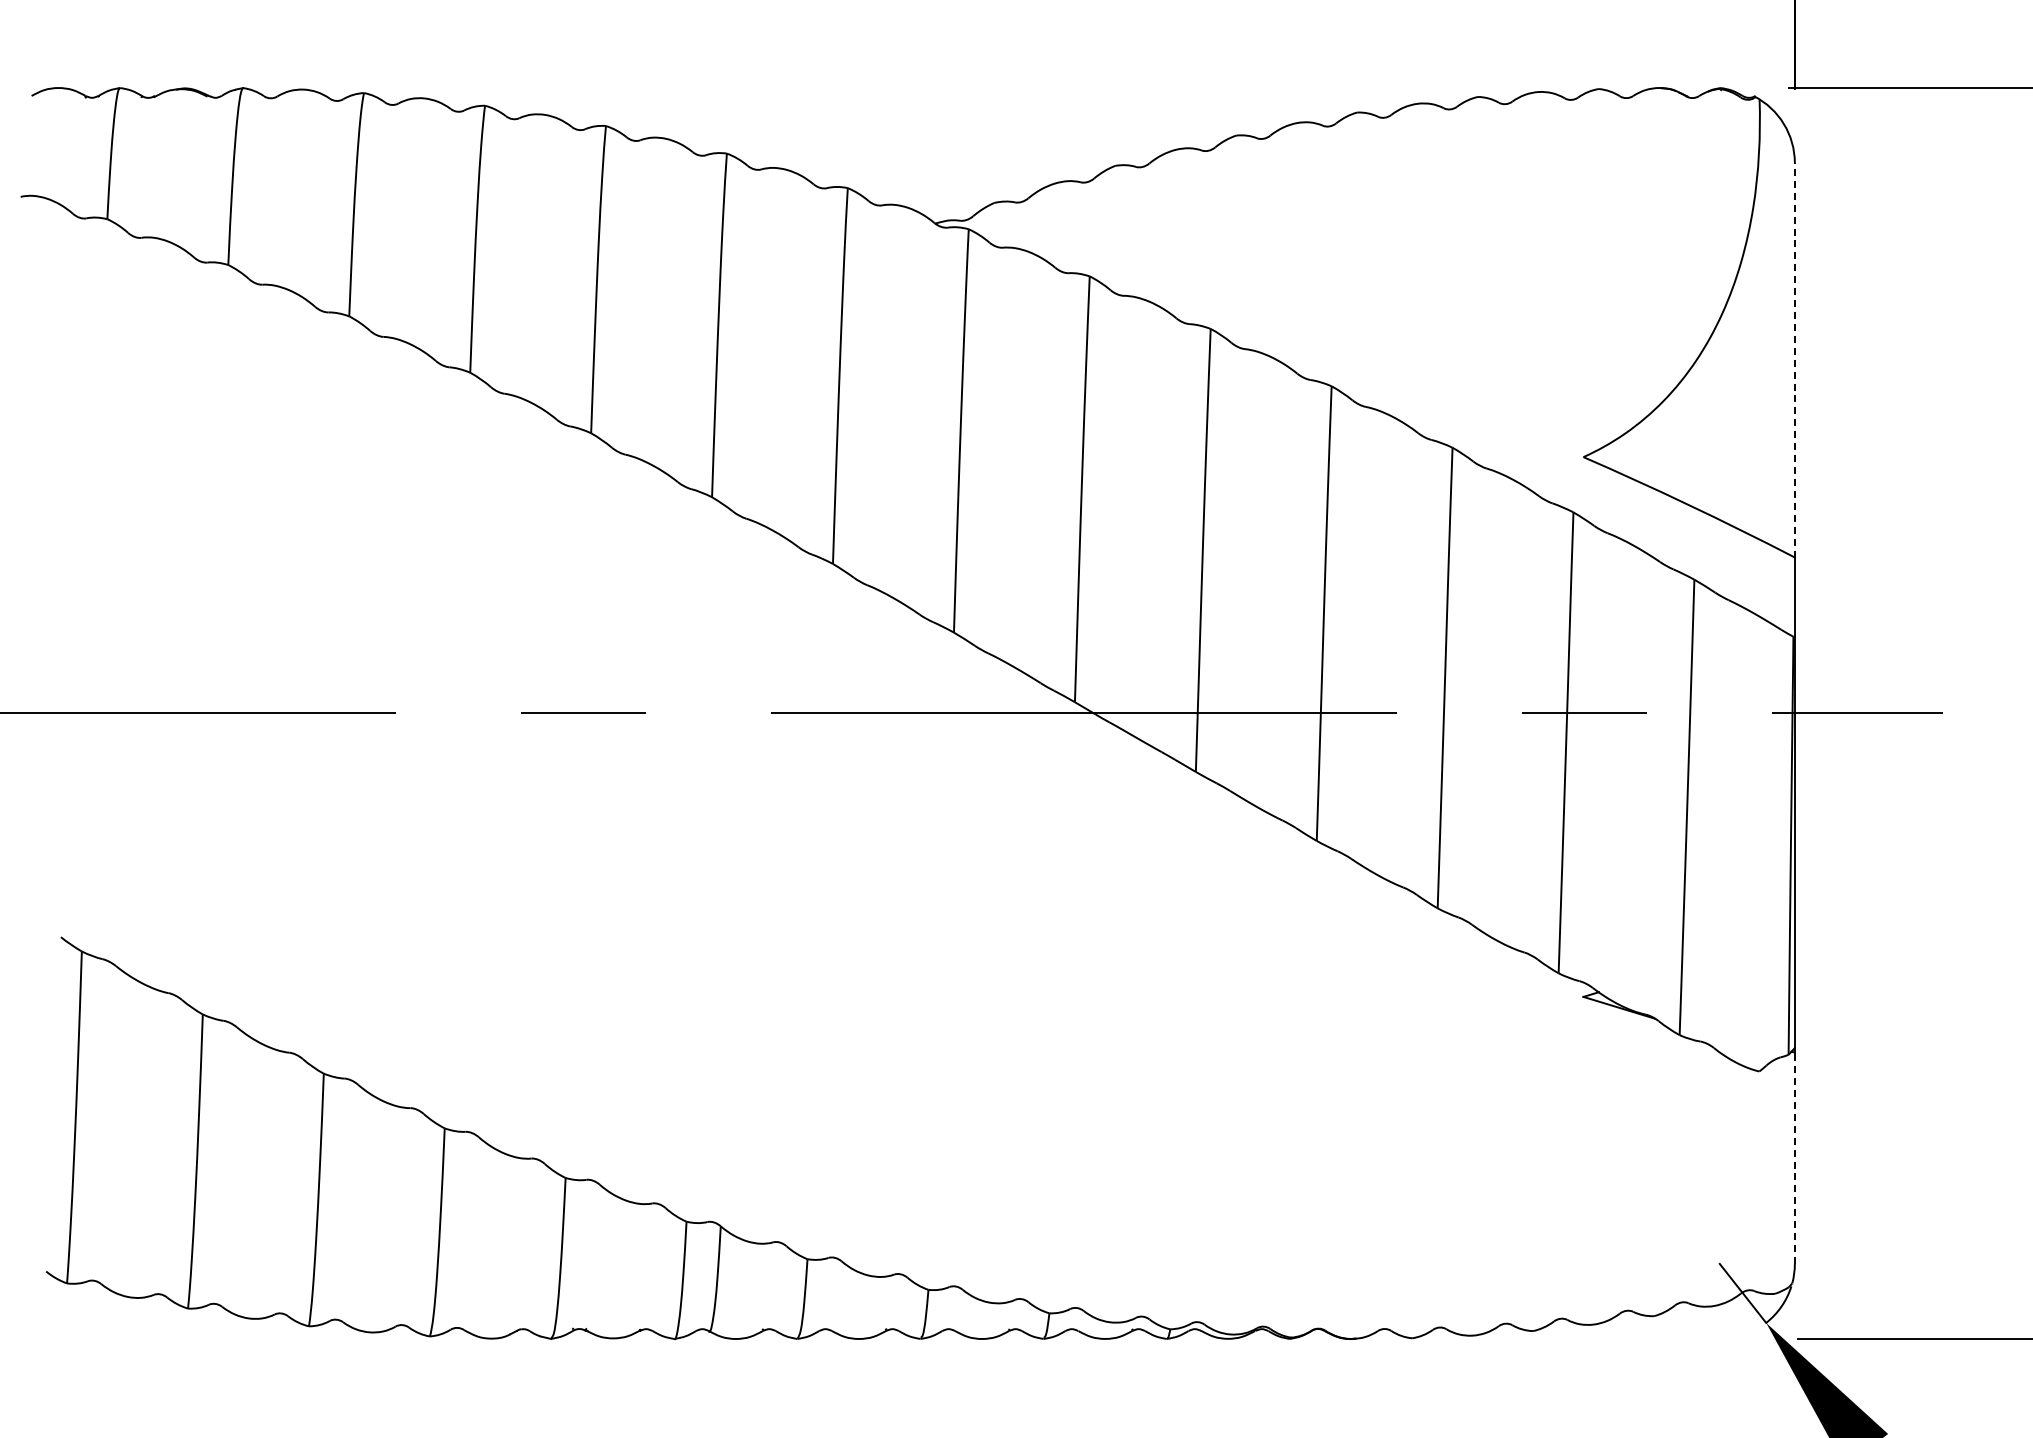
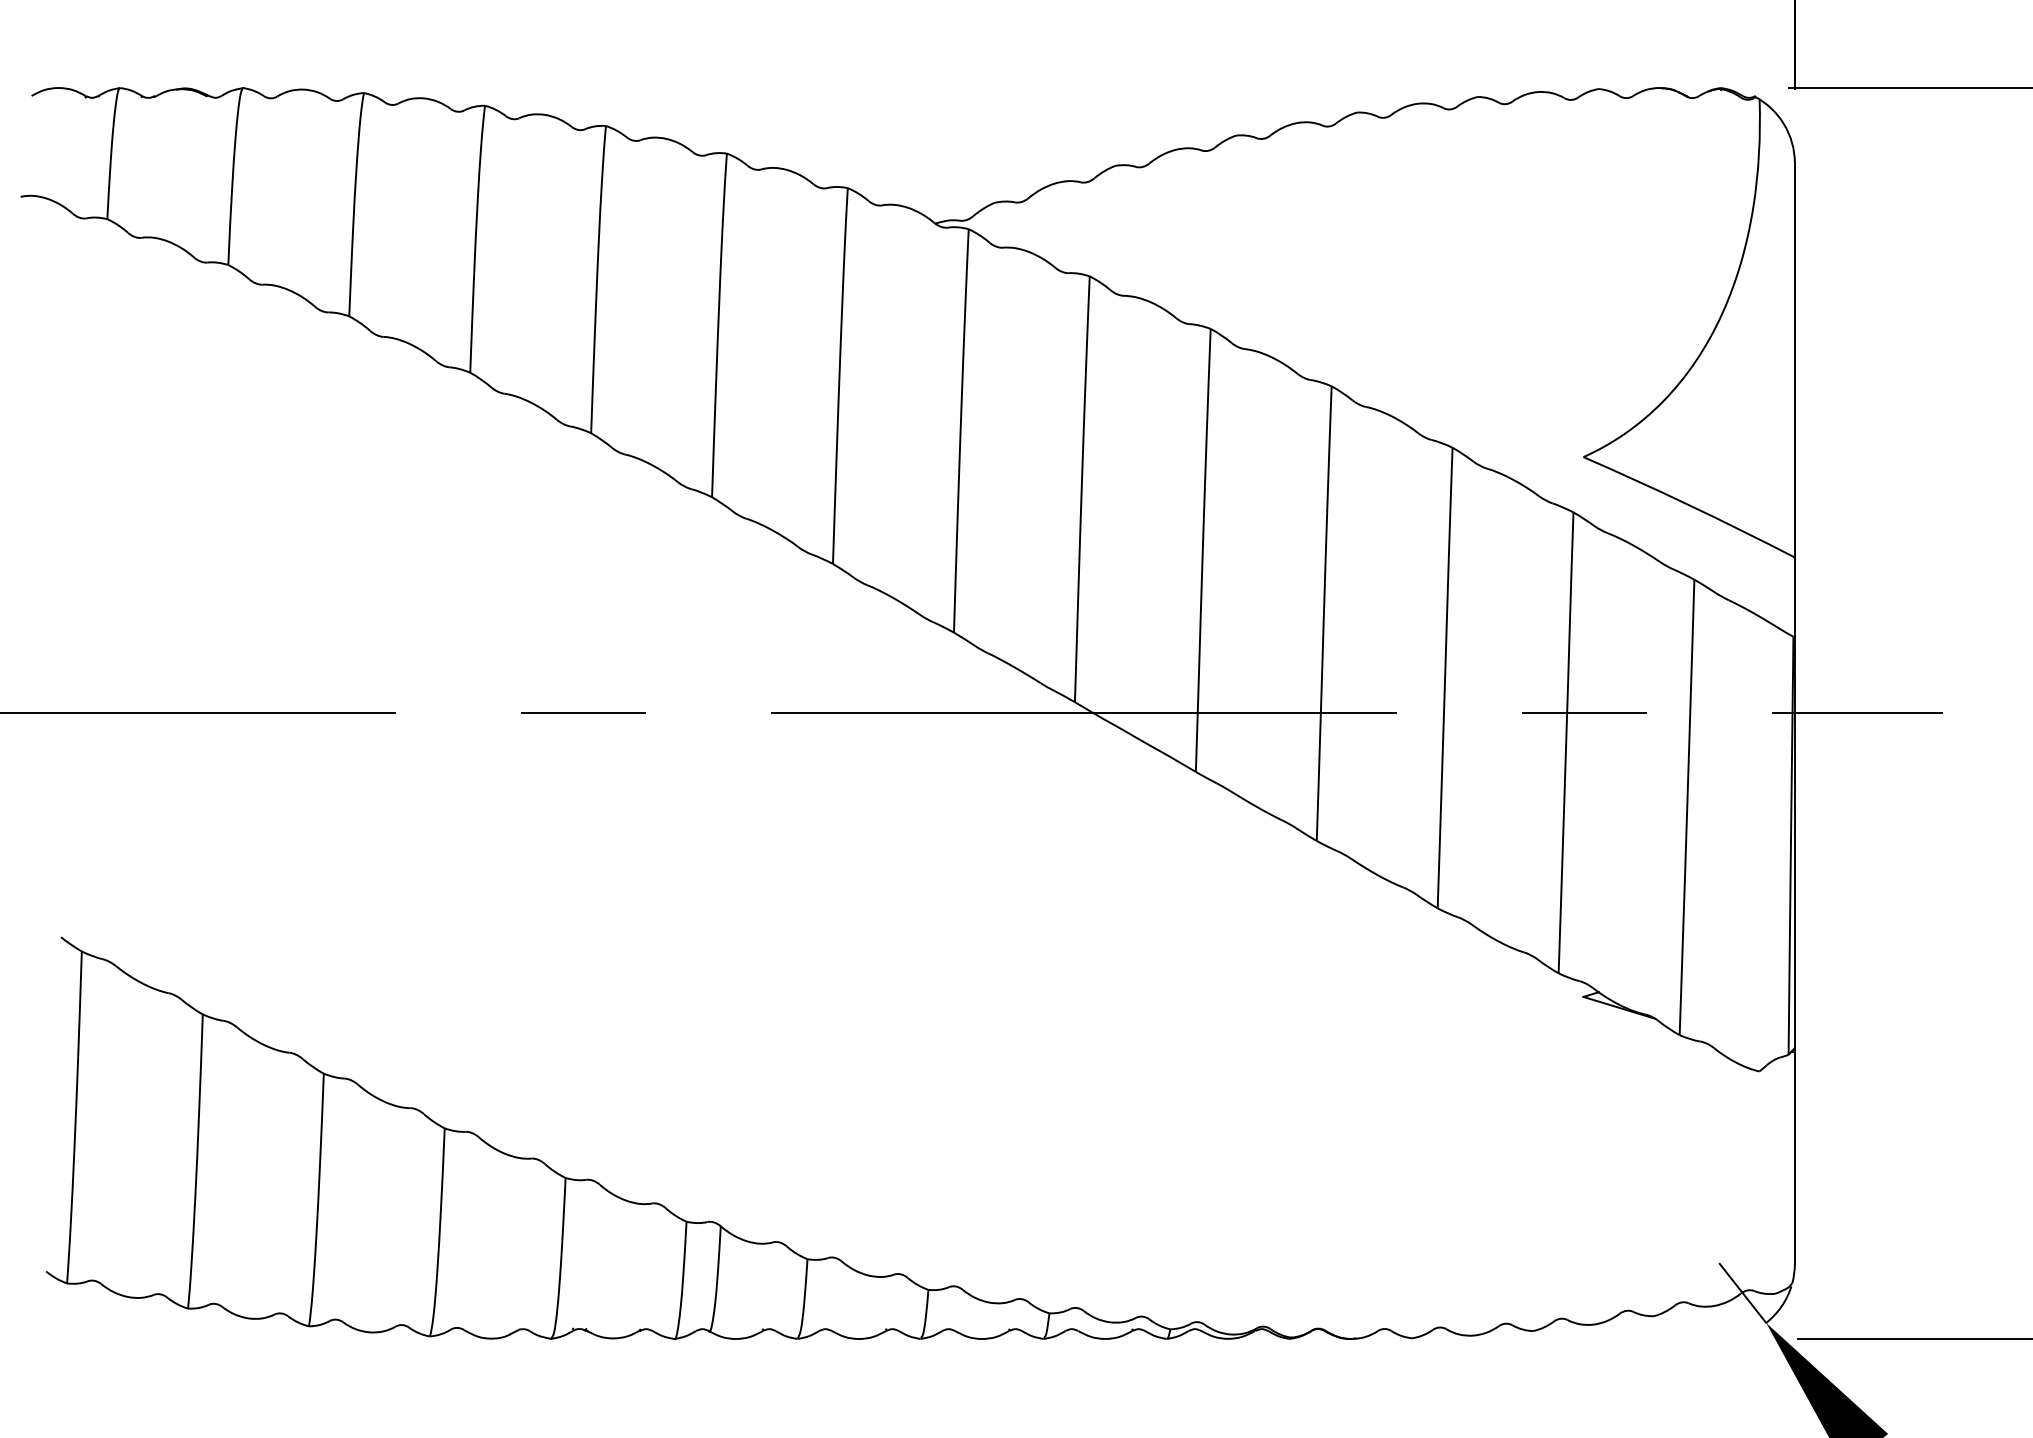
line at (1794, 359): dashed -> solid
line at (1794, 1158): dashed -> solid
